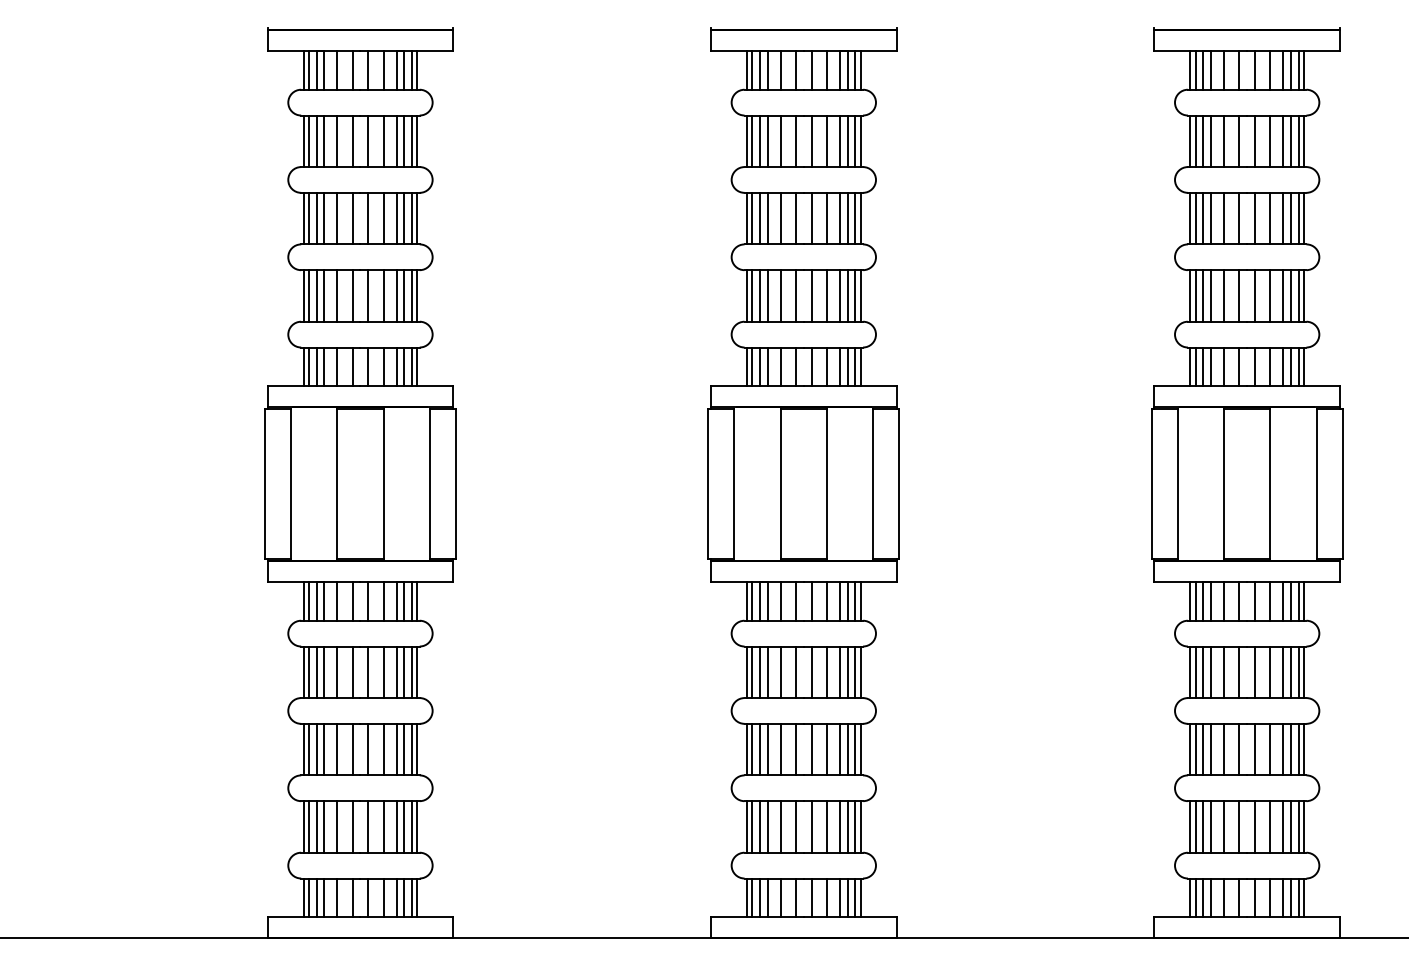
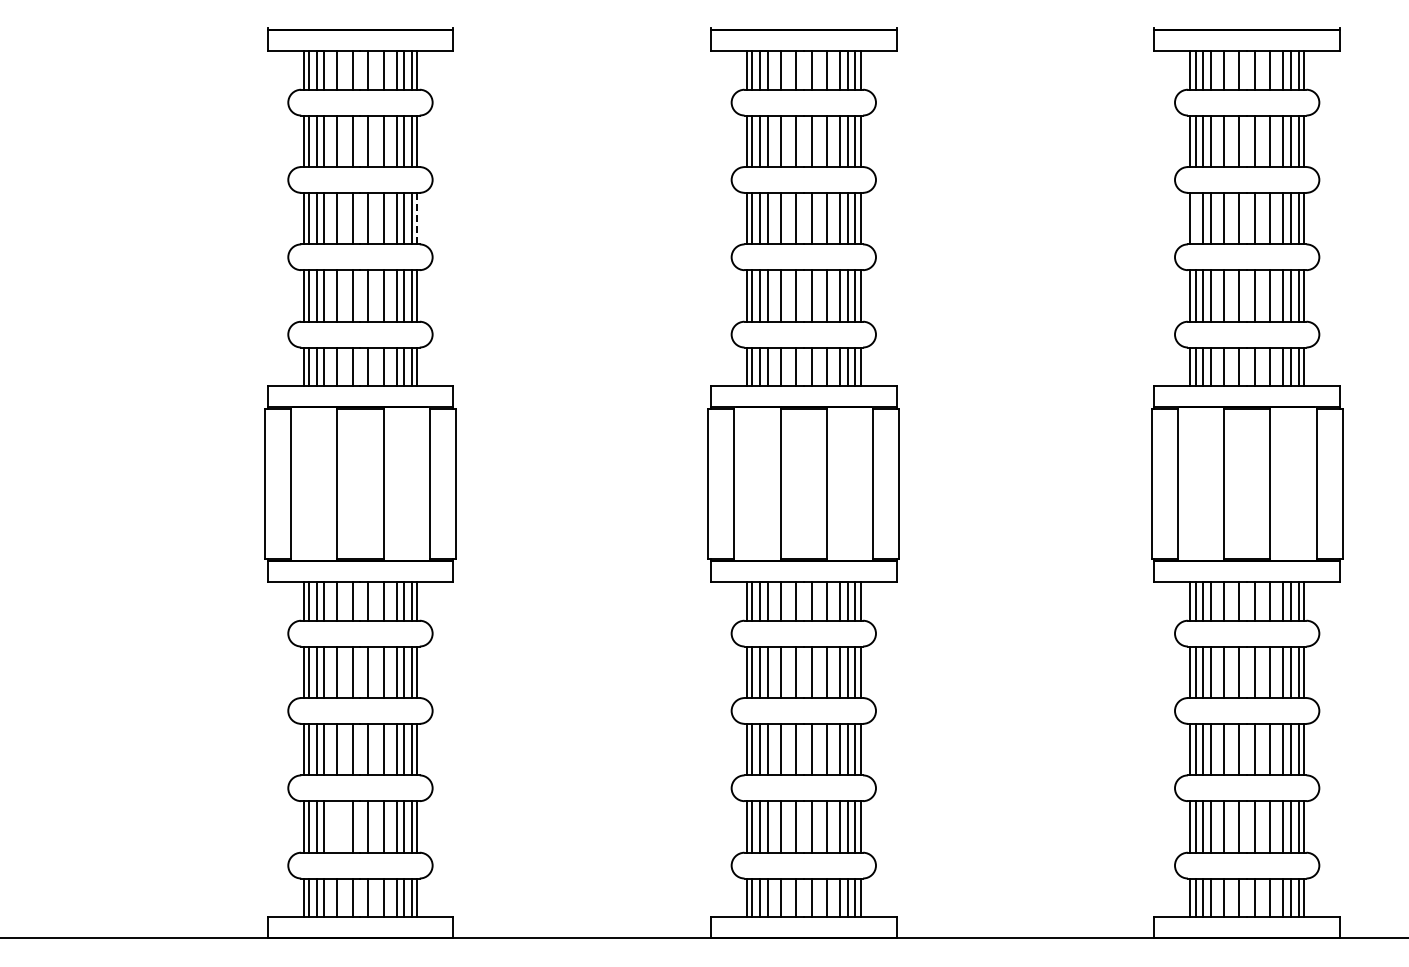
line at (417, 218): solid -> dashed
line at (1195, 218): present -> none
line at (337, 826): present -> none
